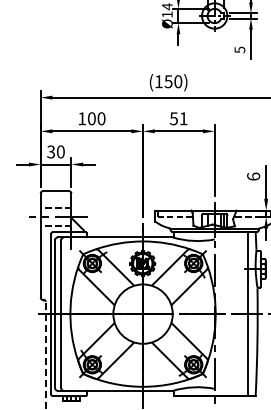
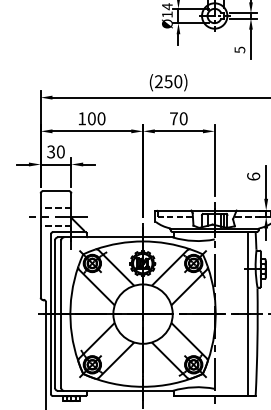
text at (158, 81): (150) -> (250)
text at (178, 118): 51 -> 70
line at (45, 355): dashed -> solid
